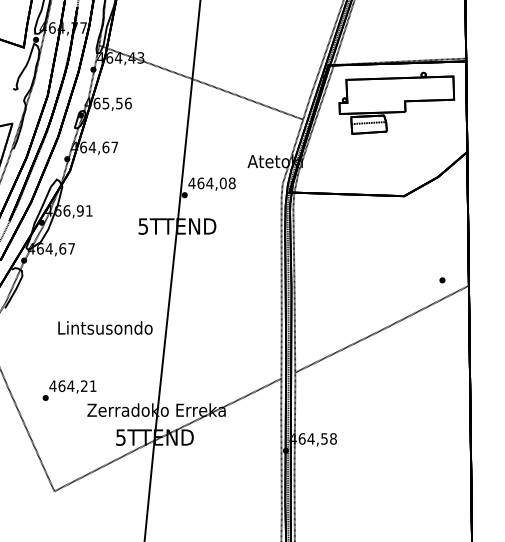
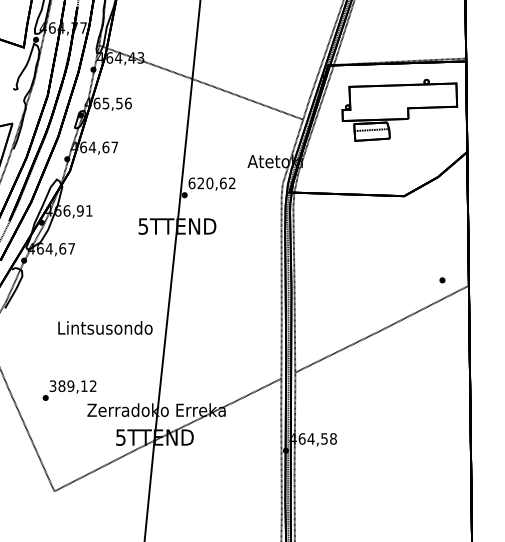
part at (396, 102) position: (396, 102) -> (399, 109)
text at (211, 183): 464,08 -> 620,62
text at (72, 386): 464,21 -> 389,12
